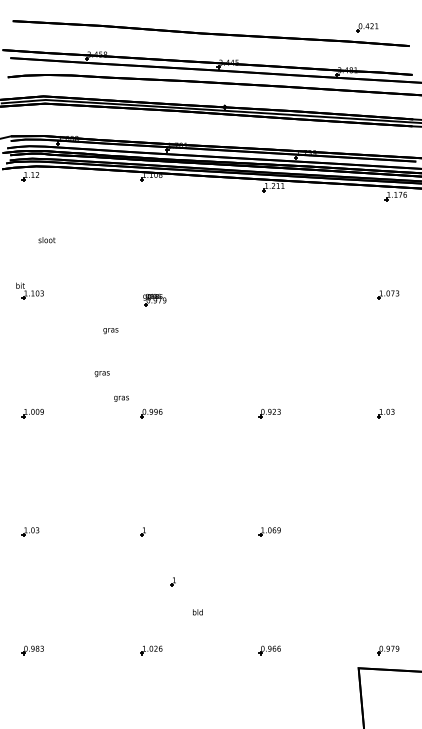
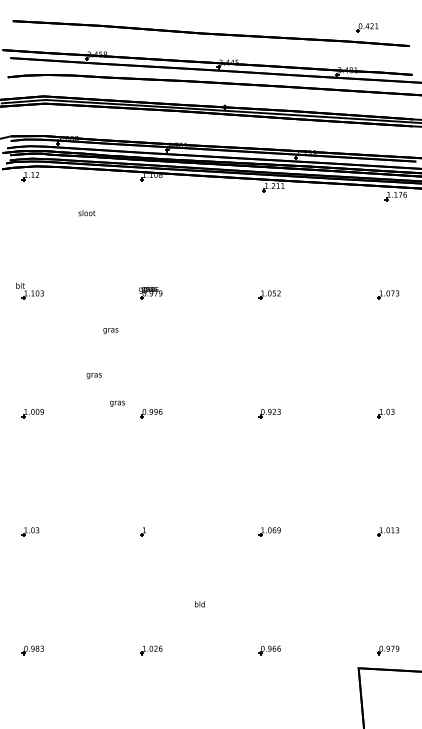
text at (46, 240) position: (46, 240) -> (86, 213)
part at (269, 294): none -> present
part at (154, 299) position: (154, 299) -> (150, 292)
text at (101, 374) position: (101, 374) -> (93, 376)
text at (121, 398) position: (121, 398) -> (117, 403)
part at (388, 531): none -> present
part at (172, 581): present -> none
text at (197, 612) position: (197, 612) -> (199, 604)
